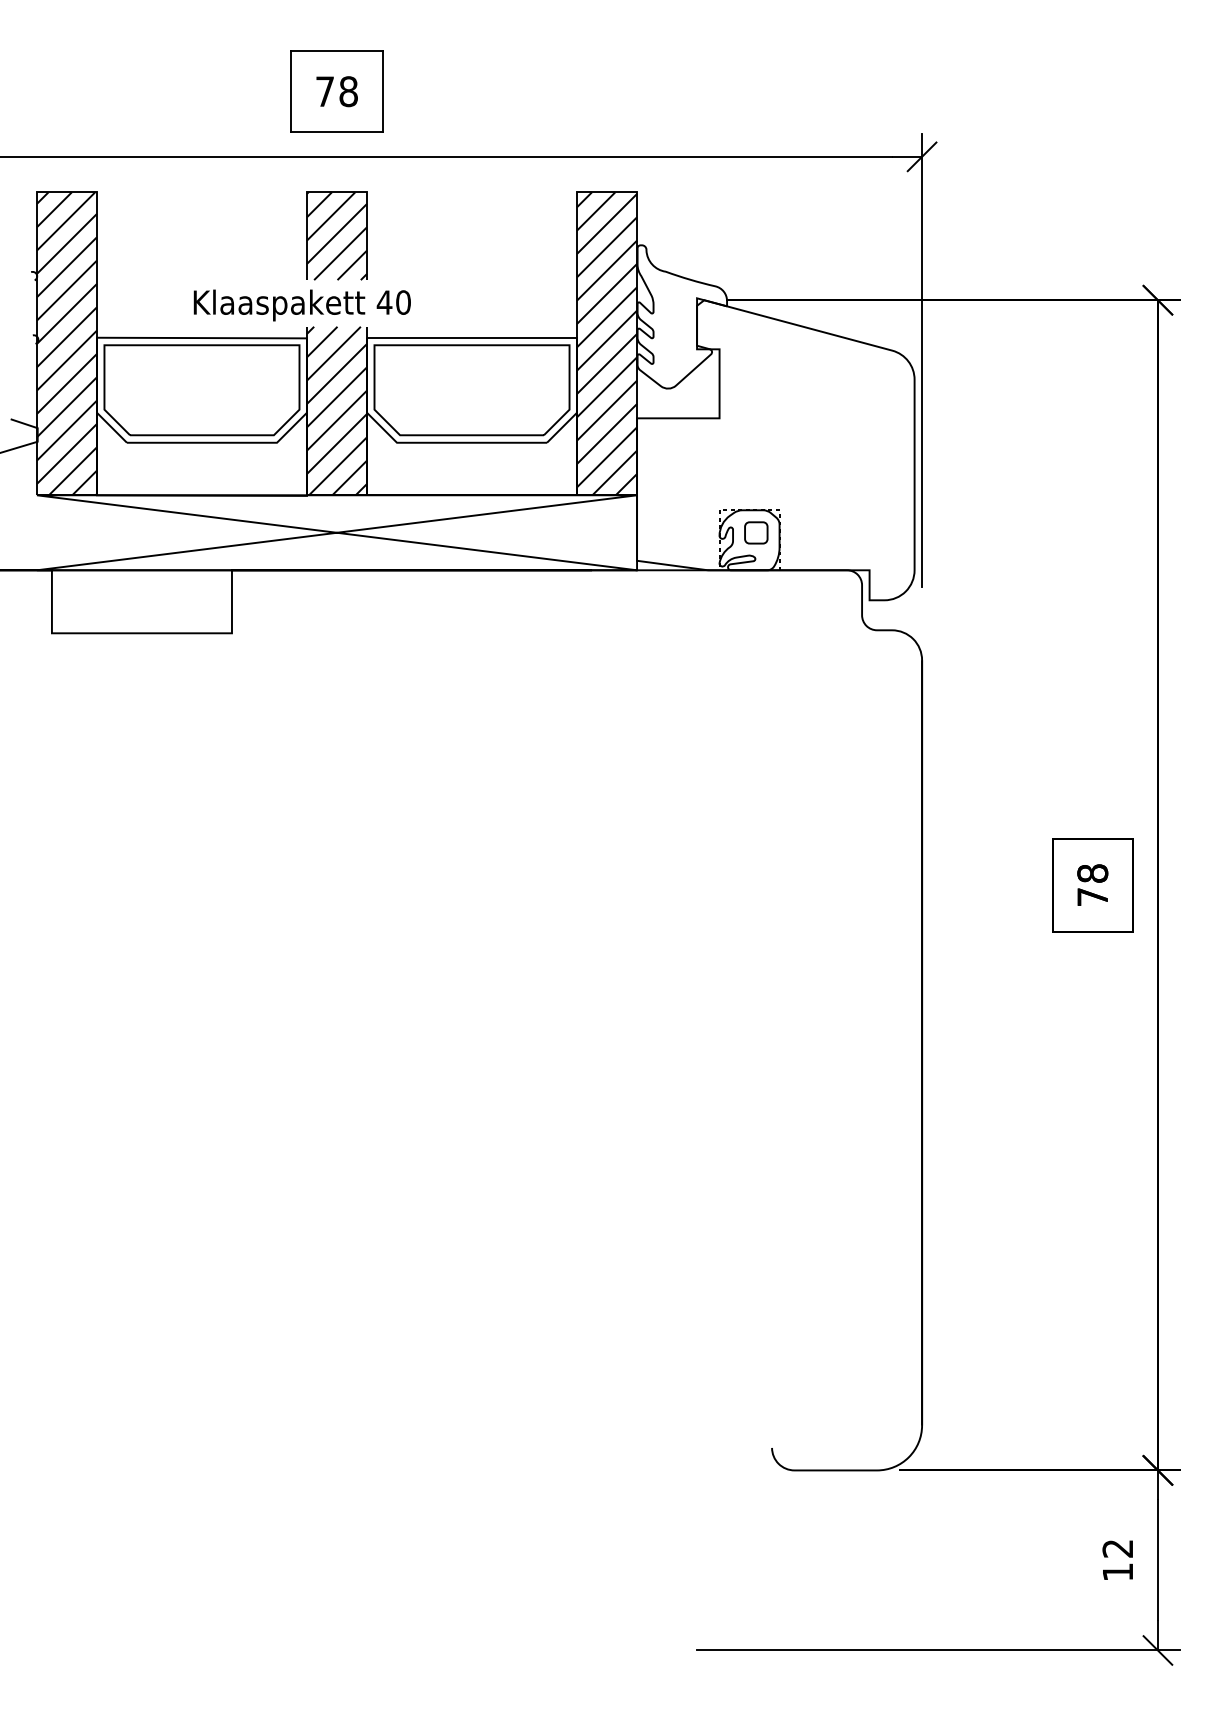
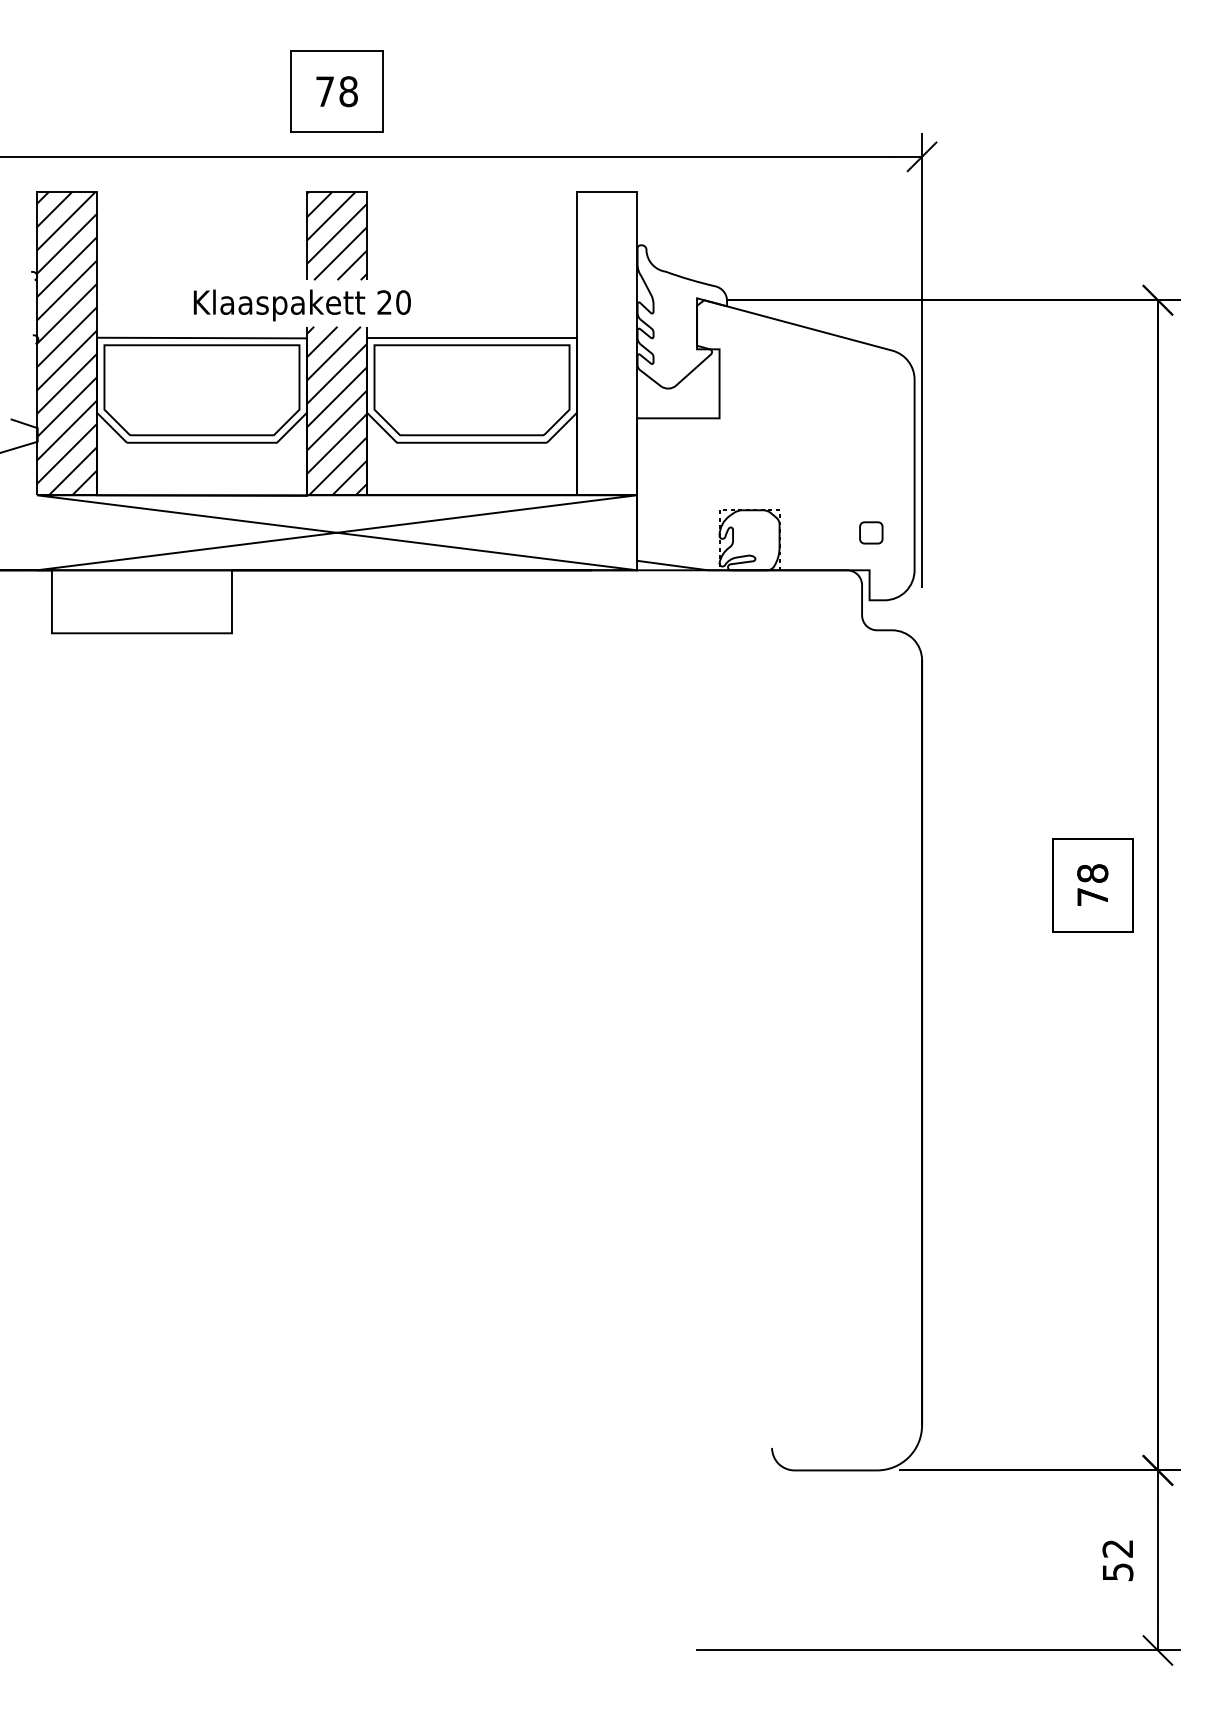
text at (384, 302): 40 -> 20
hatch at (607, 343): present -> none
part at (756, 532) position: (756, 532) -> (871, 532)
text at (1118, 1572): 12 -> 52
